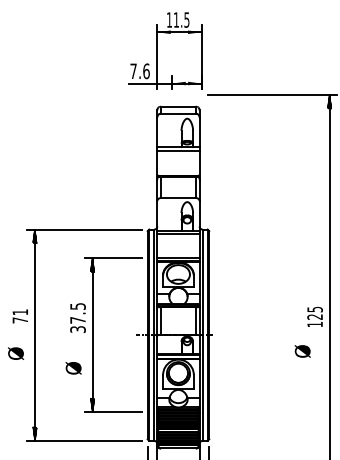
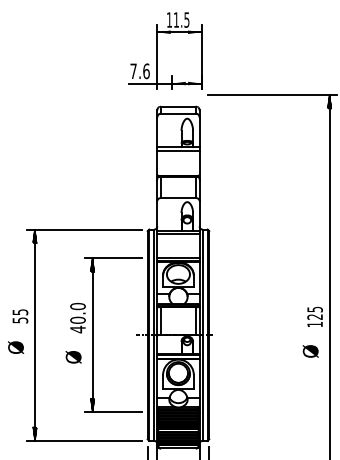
text at (20, 316): 71 -> 55
text at (77, 317): 37.5 -> 40.0
text at (302, 351) position: (302, 351) -> (310, 351)
text at (16, 353) position: (16, 353) -> (16, 347)
text at (73, 368) position: (73, 368) -> (73, 357)
